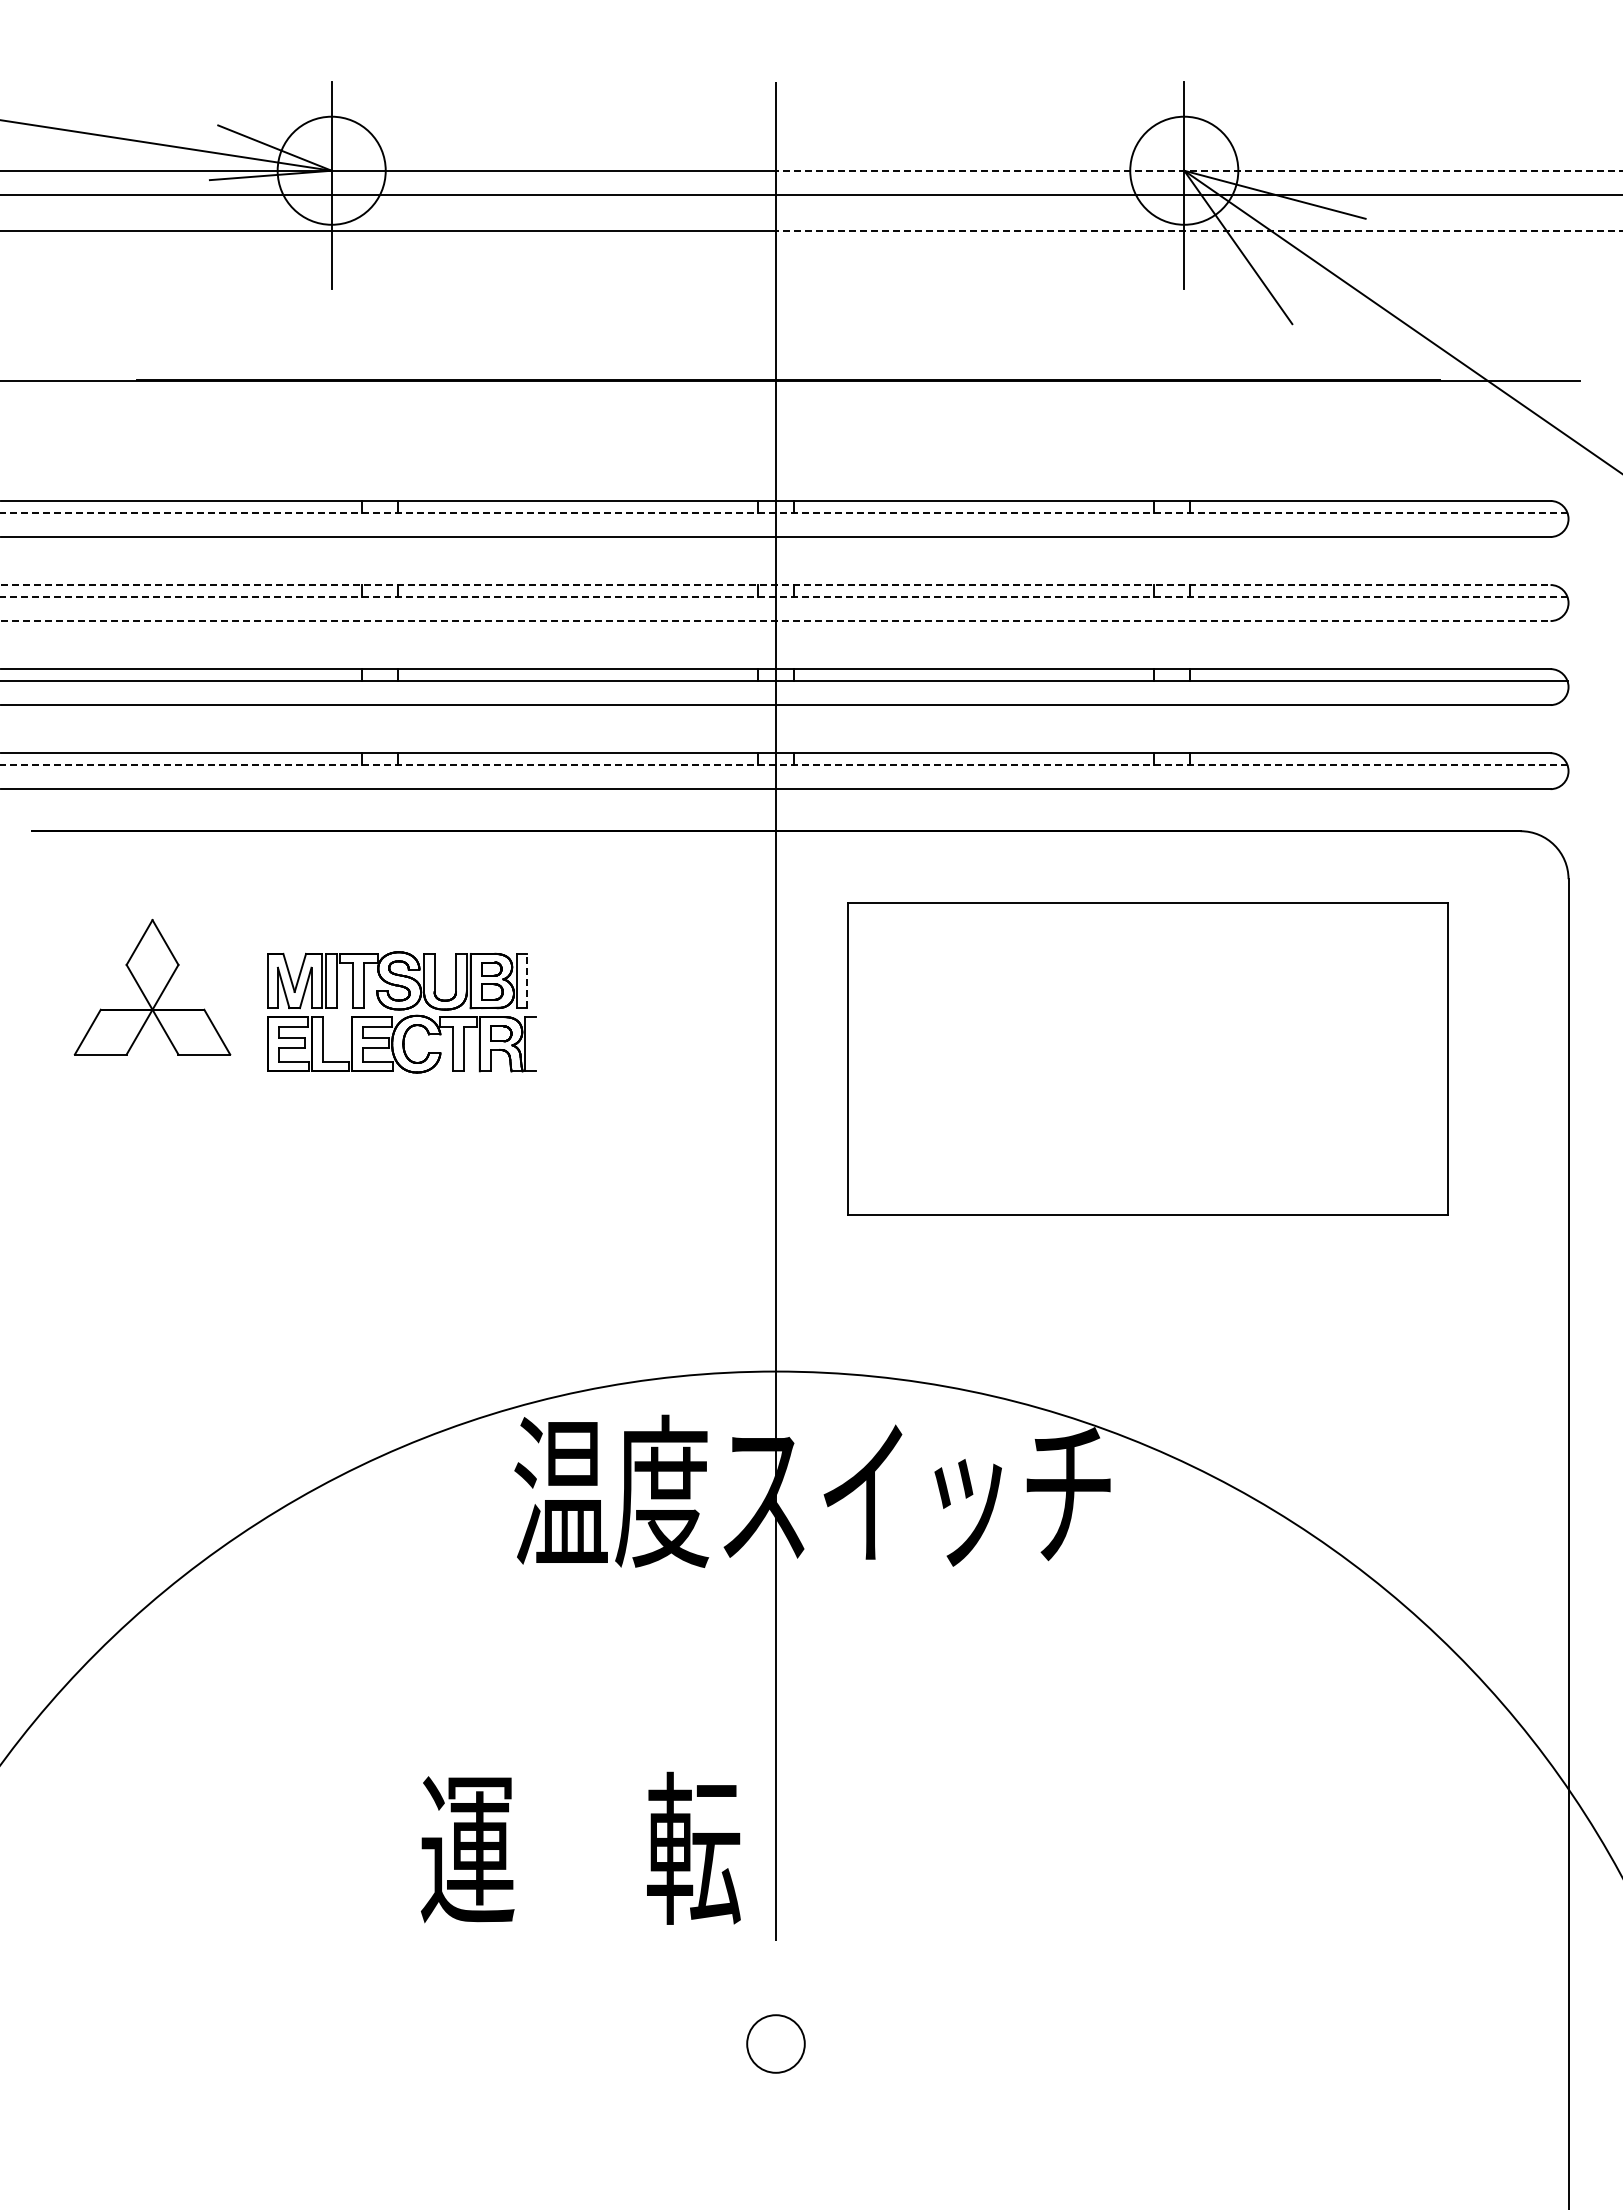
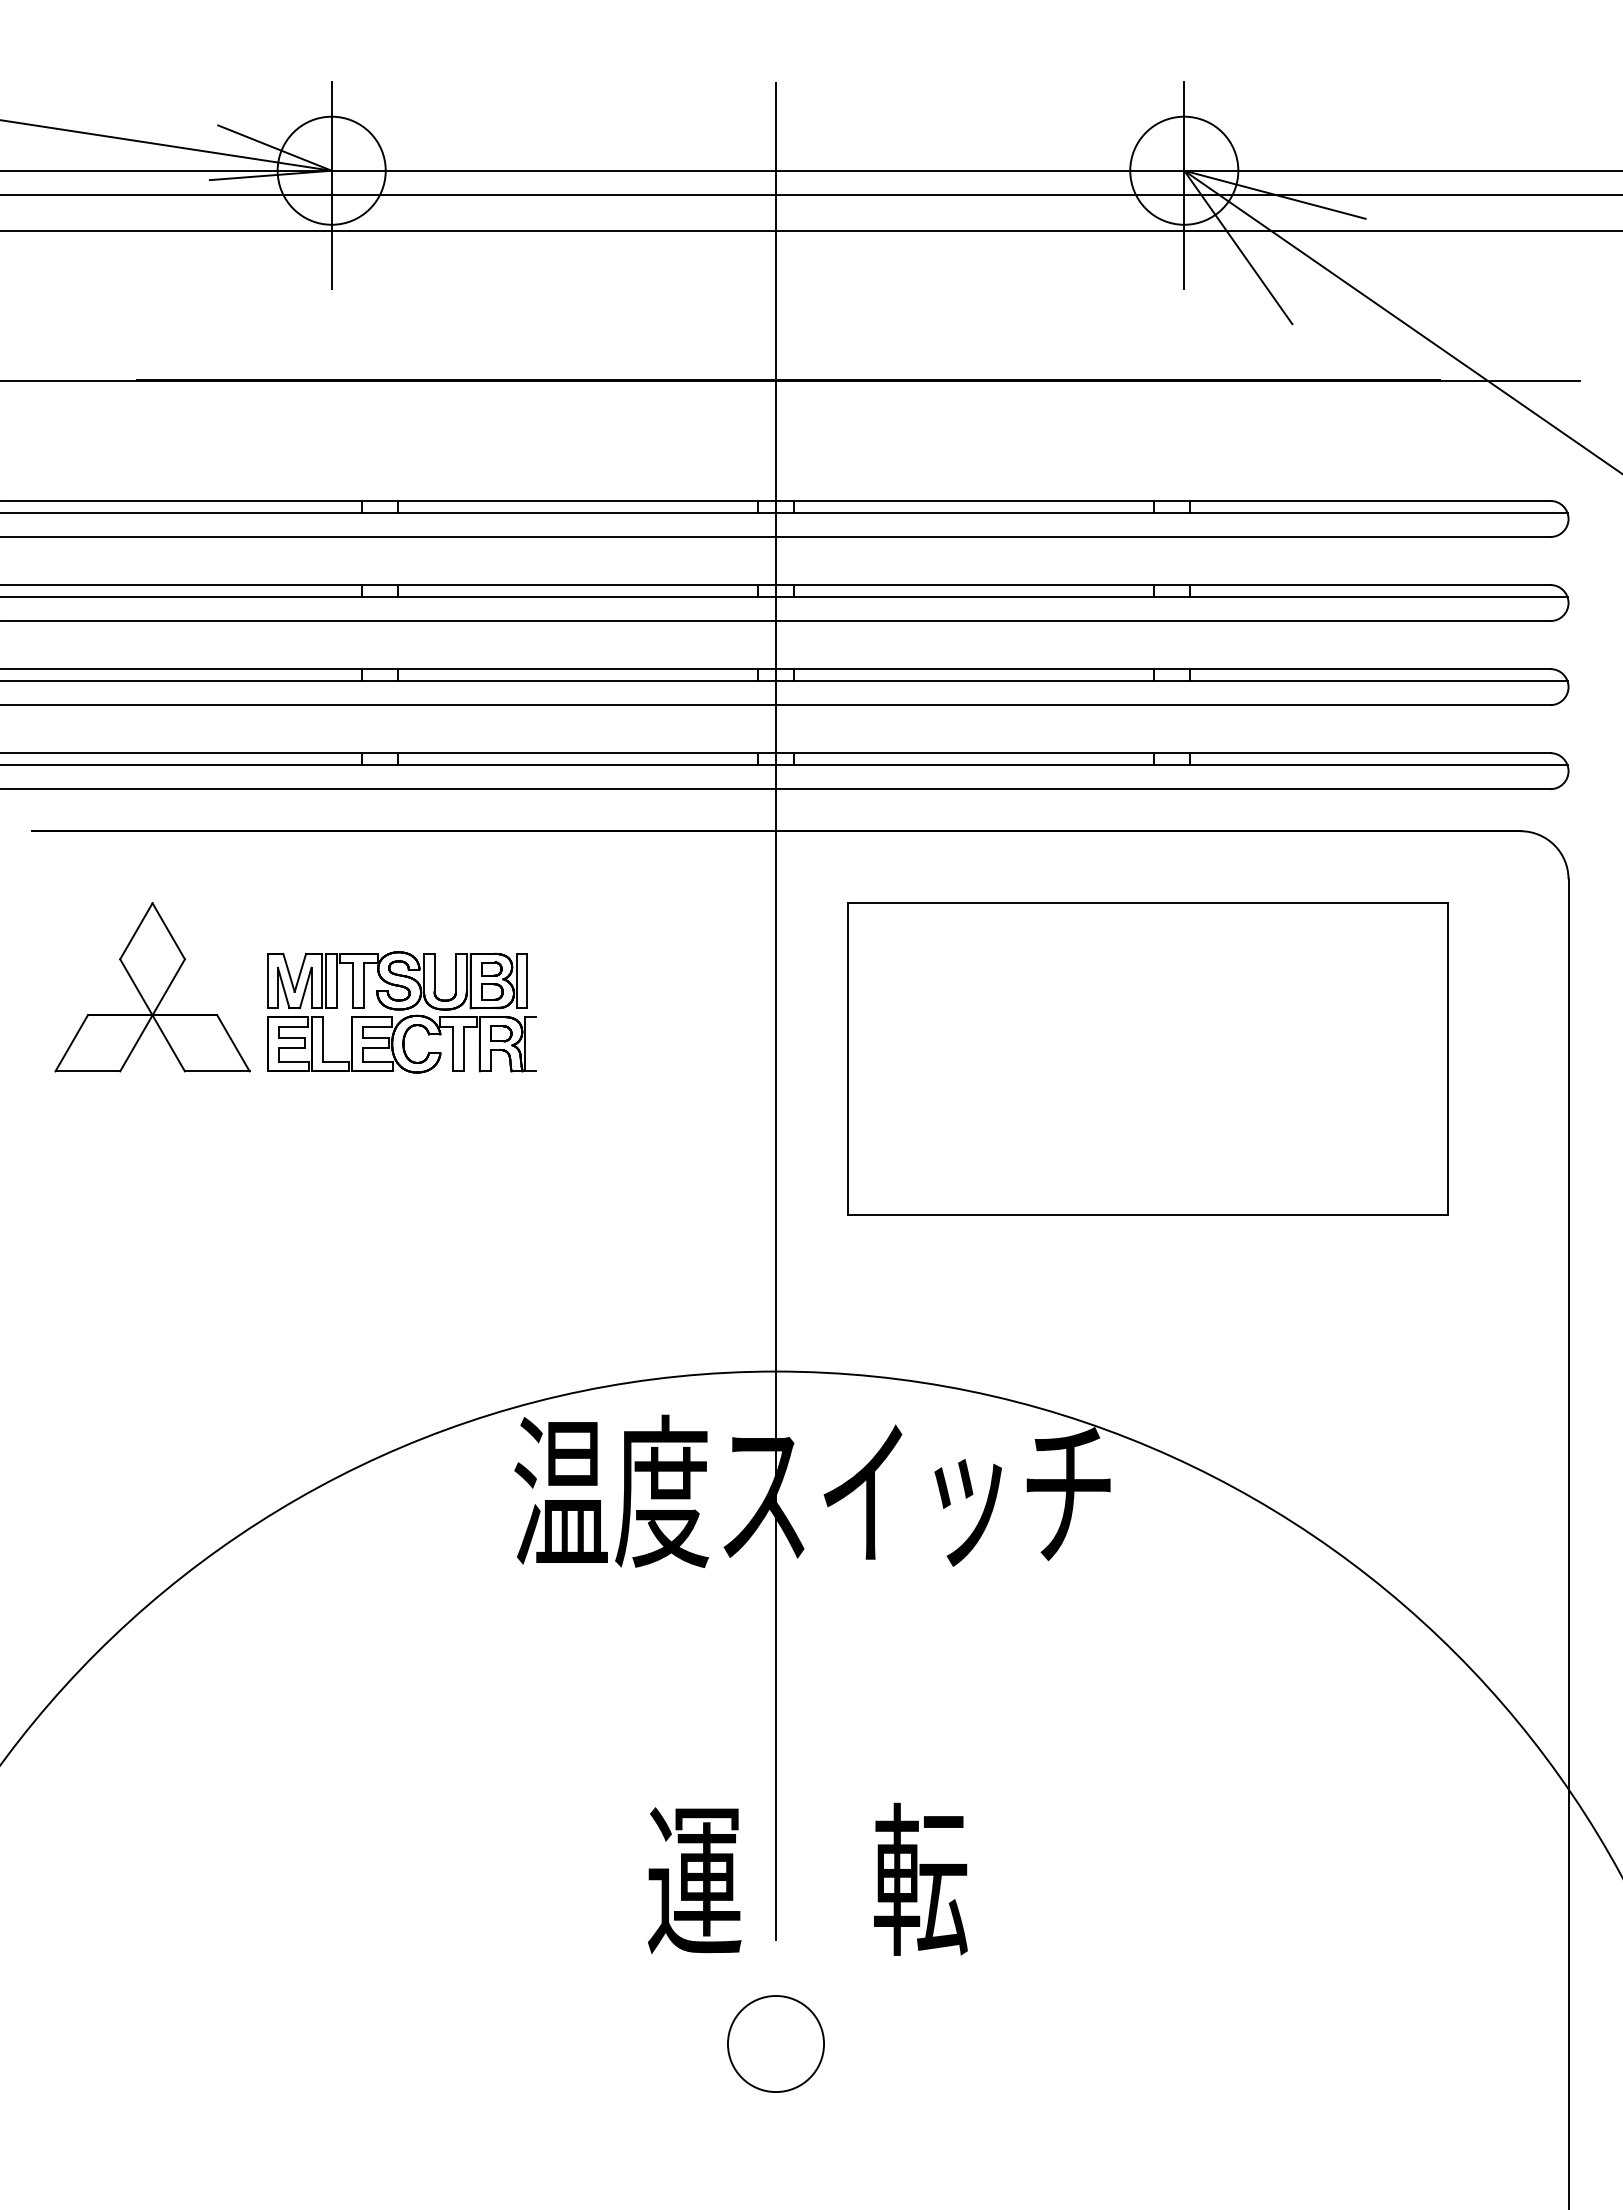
line at (1198, 170): dashed -> solid
line at (1198, 230): dashed -> solid
line at (784, 512): dashed -> solid
line at (776, 585): dashed -> solid
line at (784, 597): dashed -> solid
line at (776, 621): dashed -> solid
line at (784, 765): dashed -> solid
line at (527, 980): dashed -> solid
part at (152, 987) size: 159x137 px -> 197x171 px
text at (580, 1847) position: (580, 1847) -> (807, 1878)
circle at (775, 2043) size: 60x60 px -> 98x98 px
